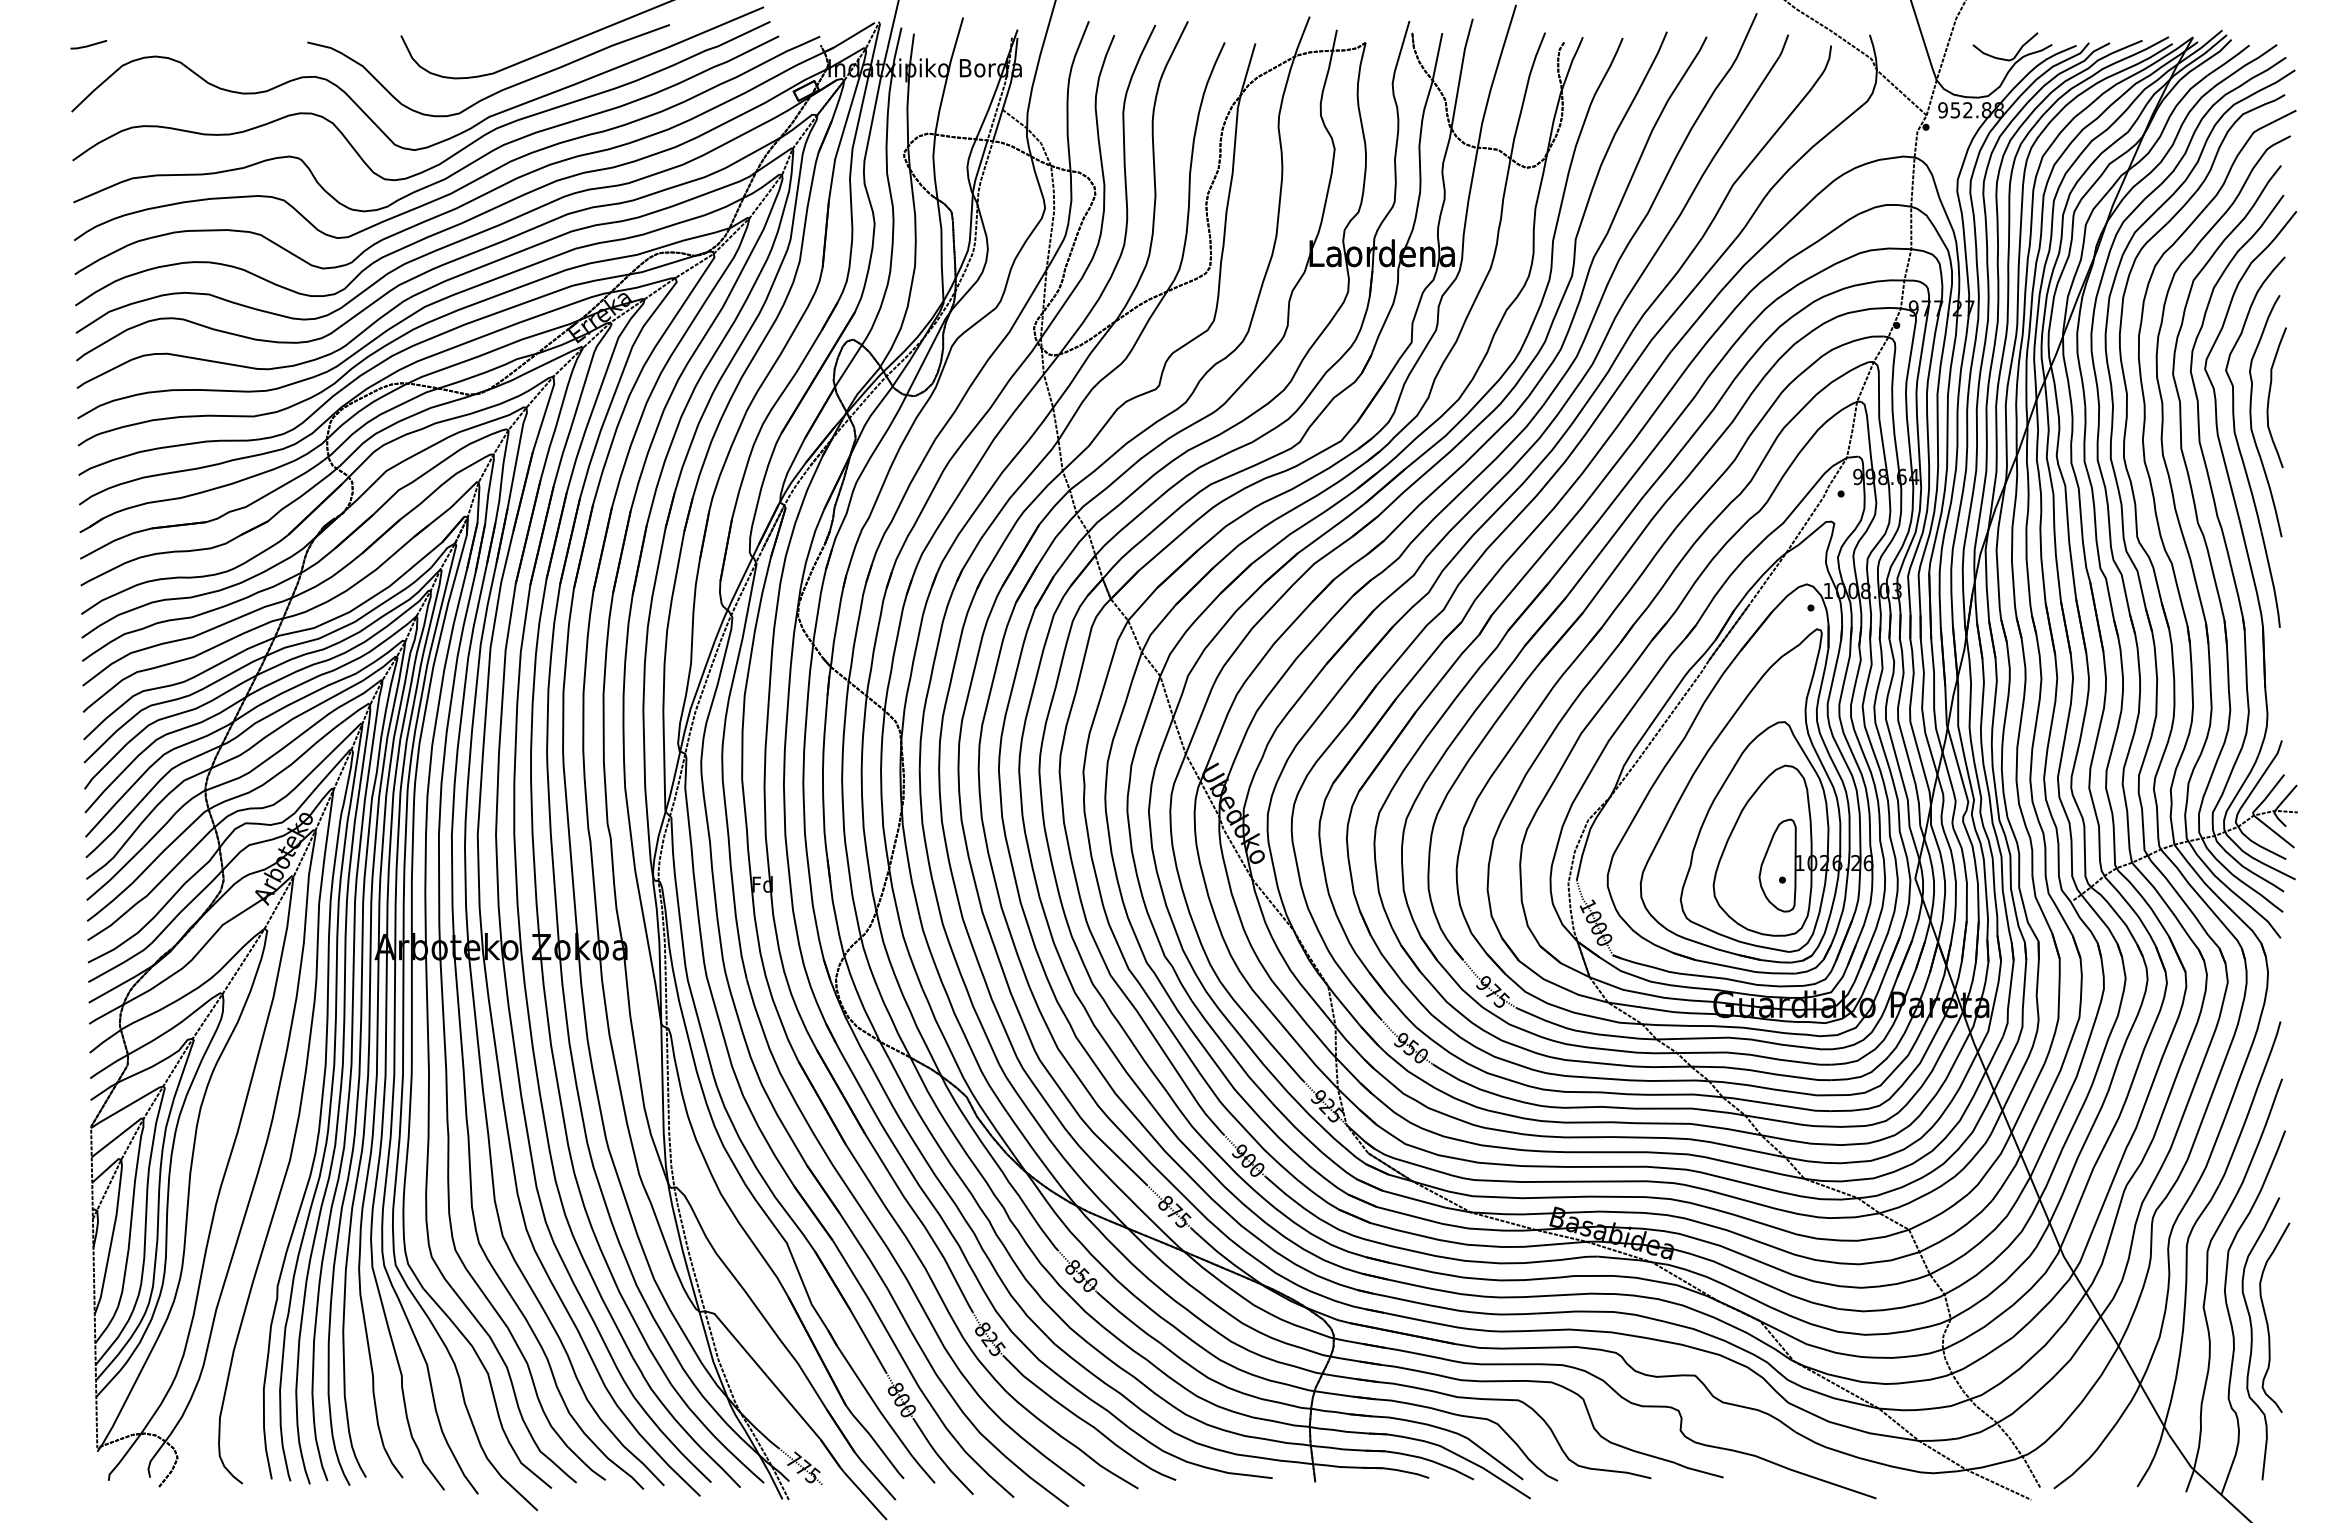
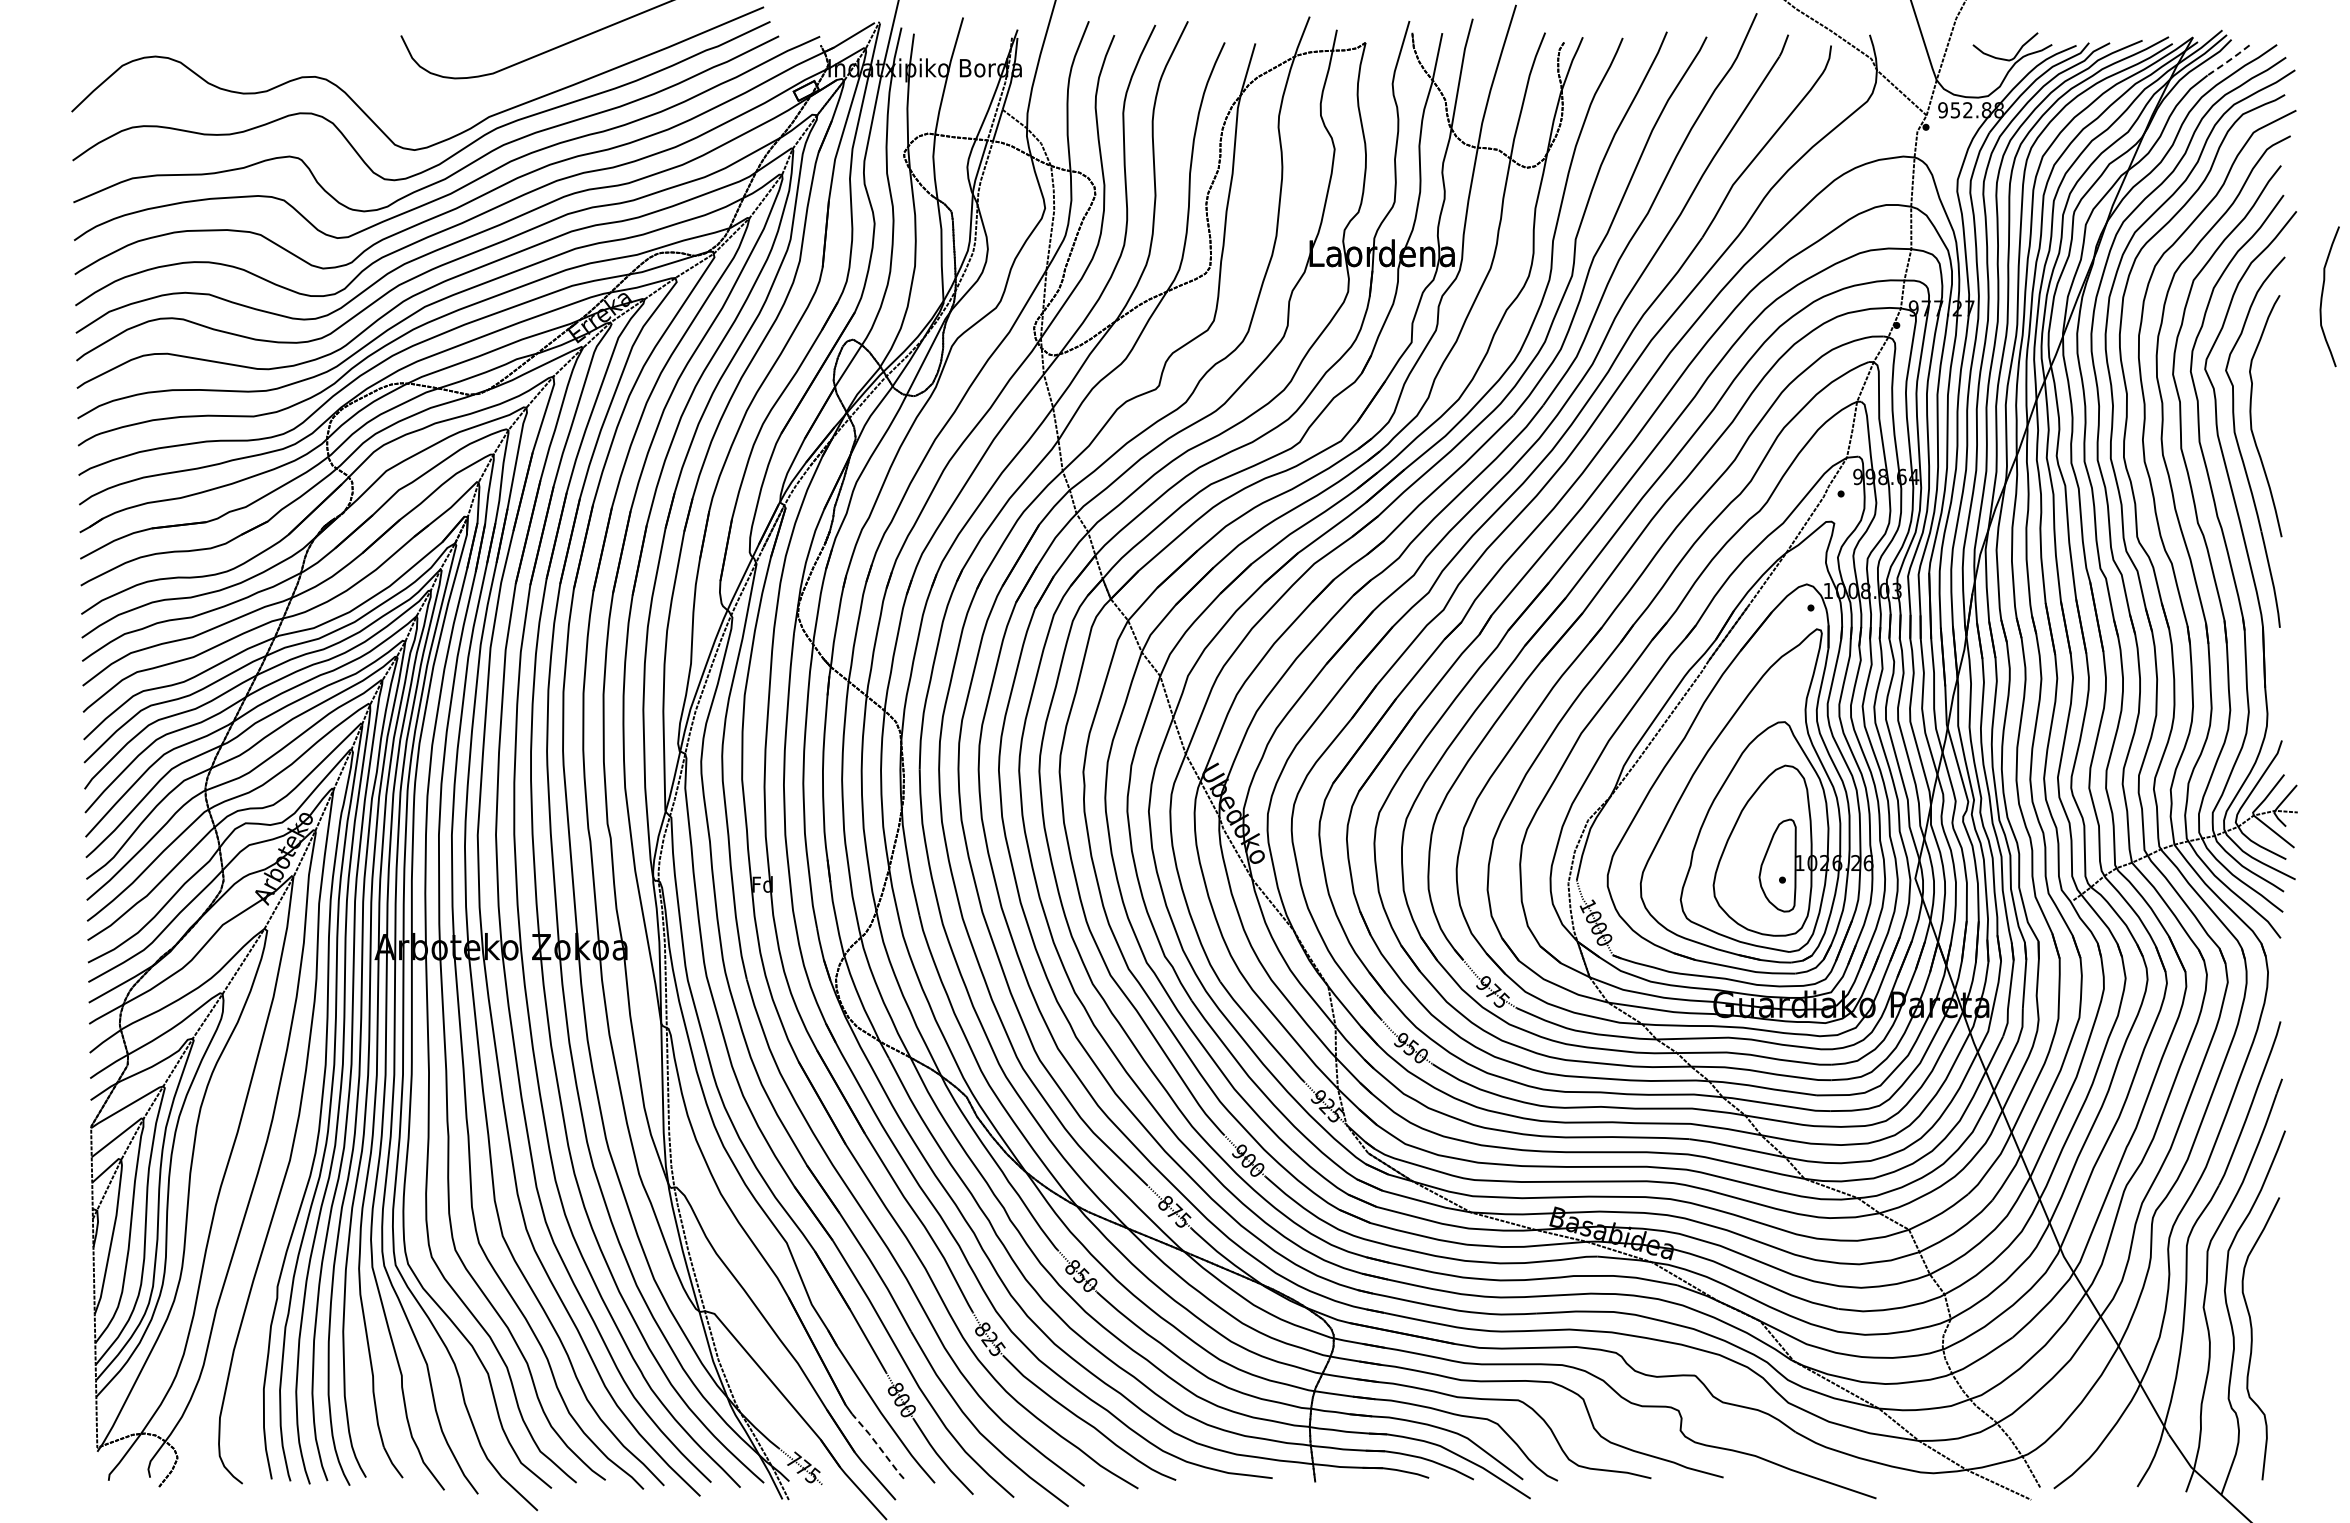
line at (89, 44): present -> none
line at (2228, 61): solid -> dashed
curve at (499, 90): present -> none
curve at (2270, 394) position: (2270, 394) -> (2323, 293)
curve at (2267, 1319): present -> none
line at (878, 1446): solid -> dashed
